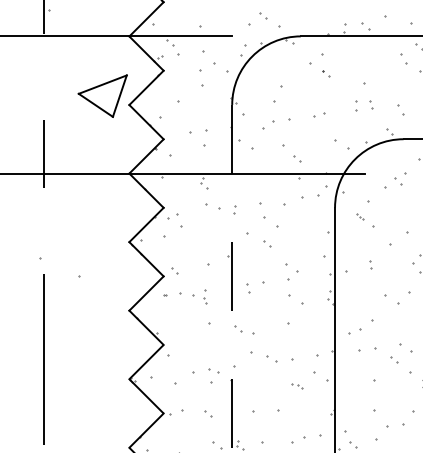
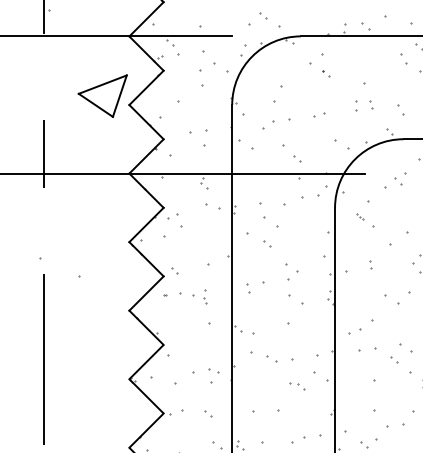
line at (232, 278): dashed -> solid
part at (297, 386) size: 13x7 px -> 17x9 px
part at (353, 444) position: (353, 444) -> (364, 444)
